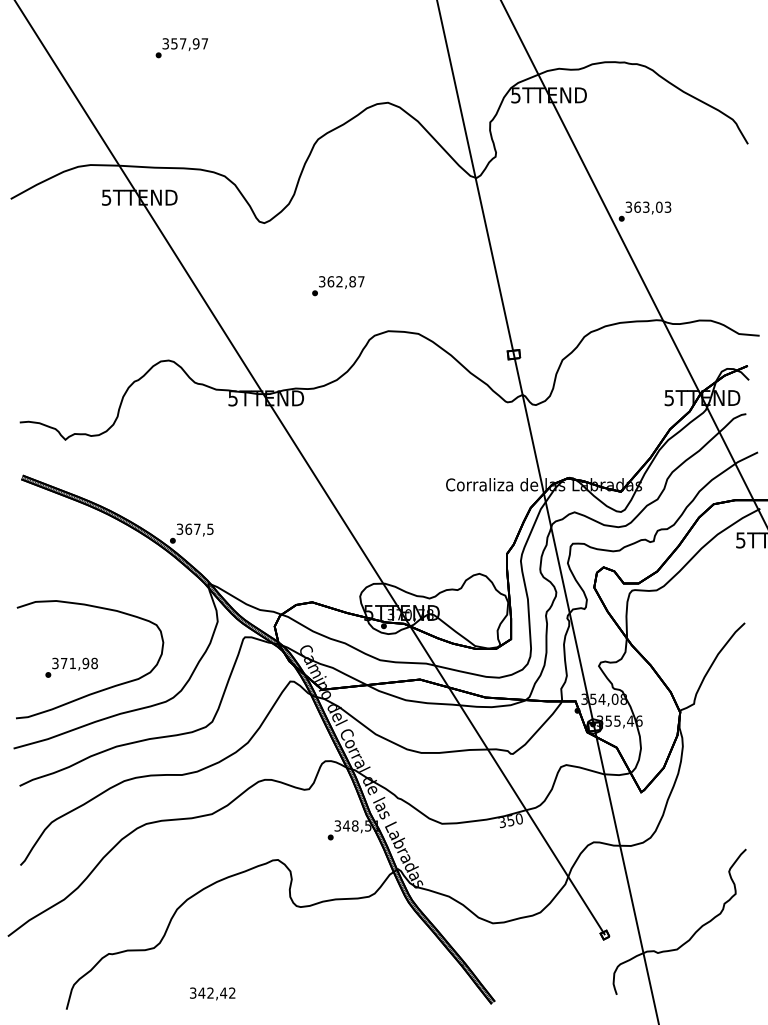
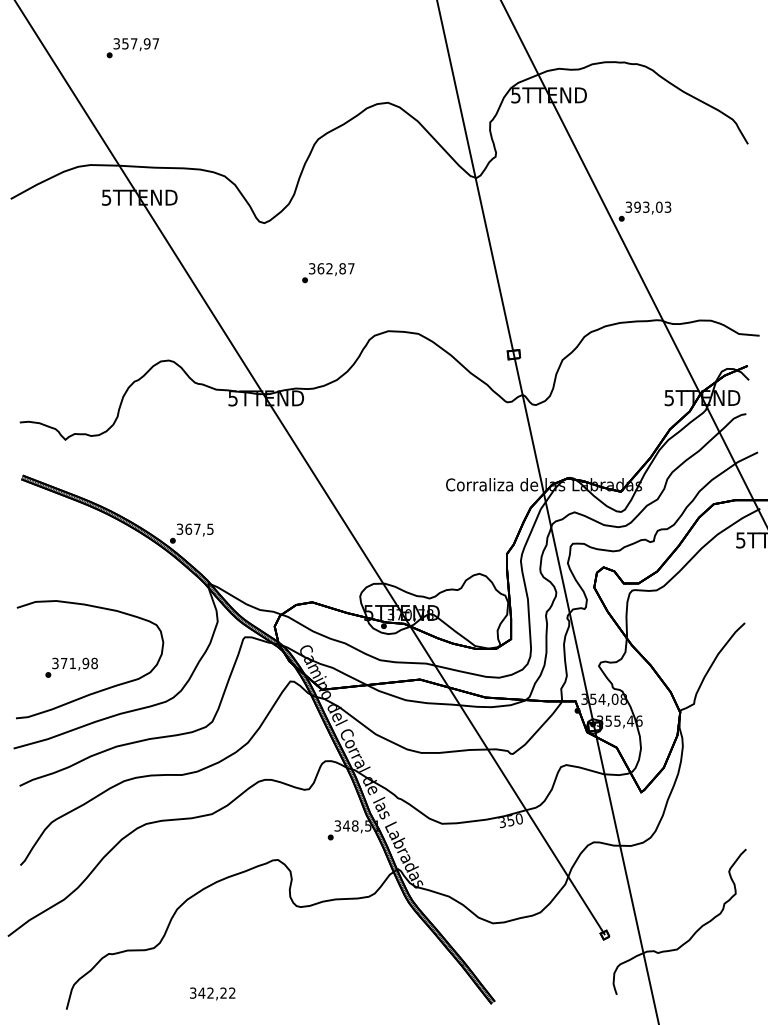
text at (181, 48) position: (181, 48) -> (132, 48)
text at (637, 206): 363,03 -> 393,03
text at (338, 286) position: (338, 286) -> (328, 273)
text at (223, 992): 342,42 -> 342,22
